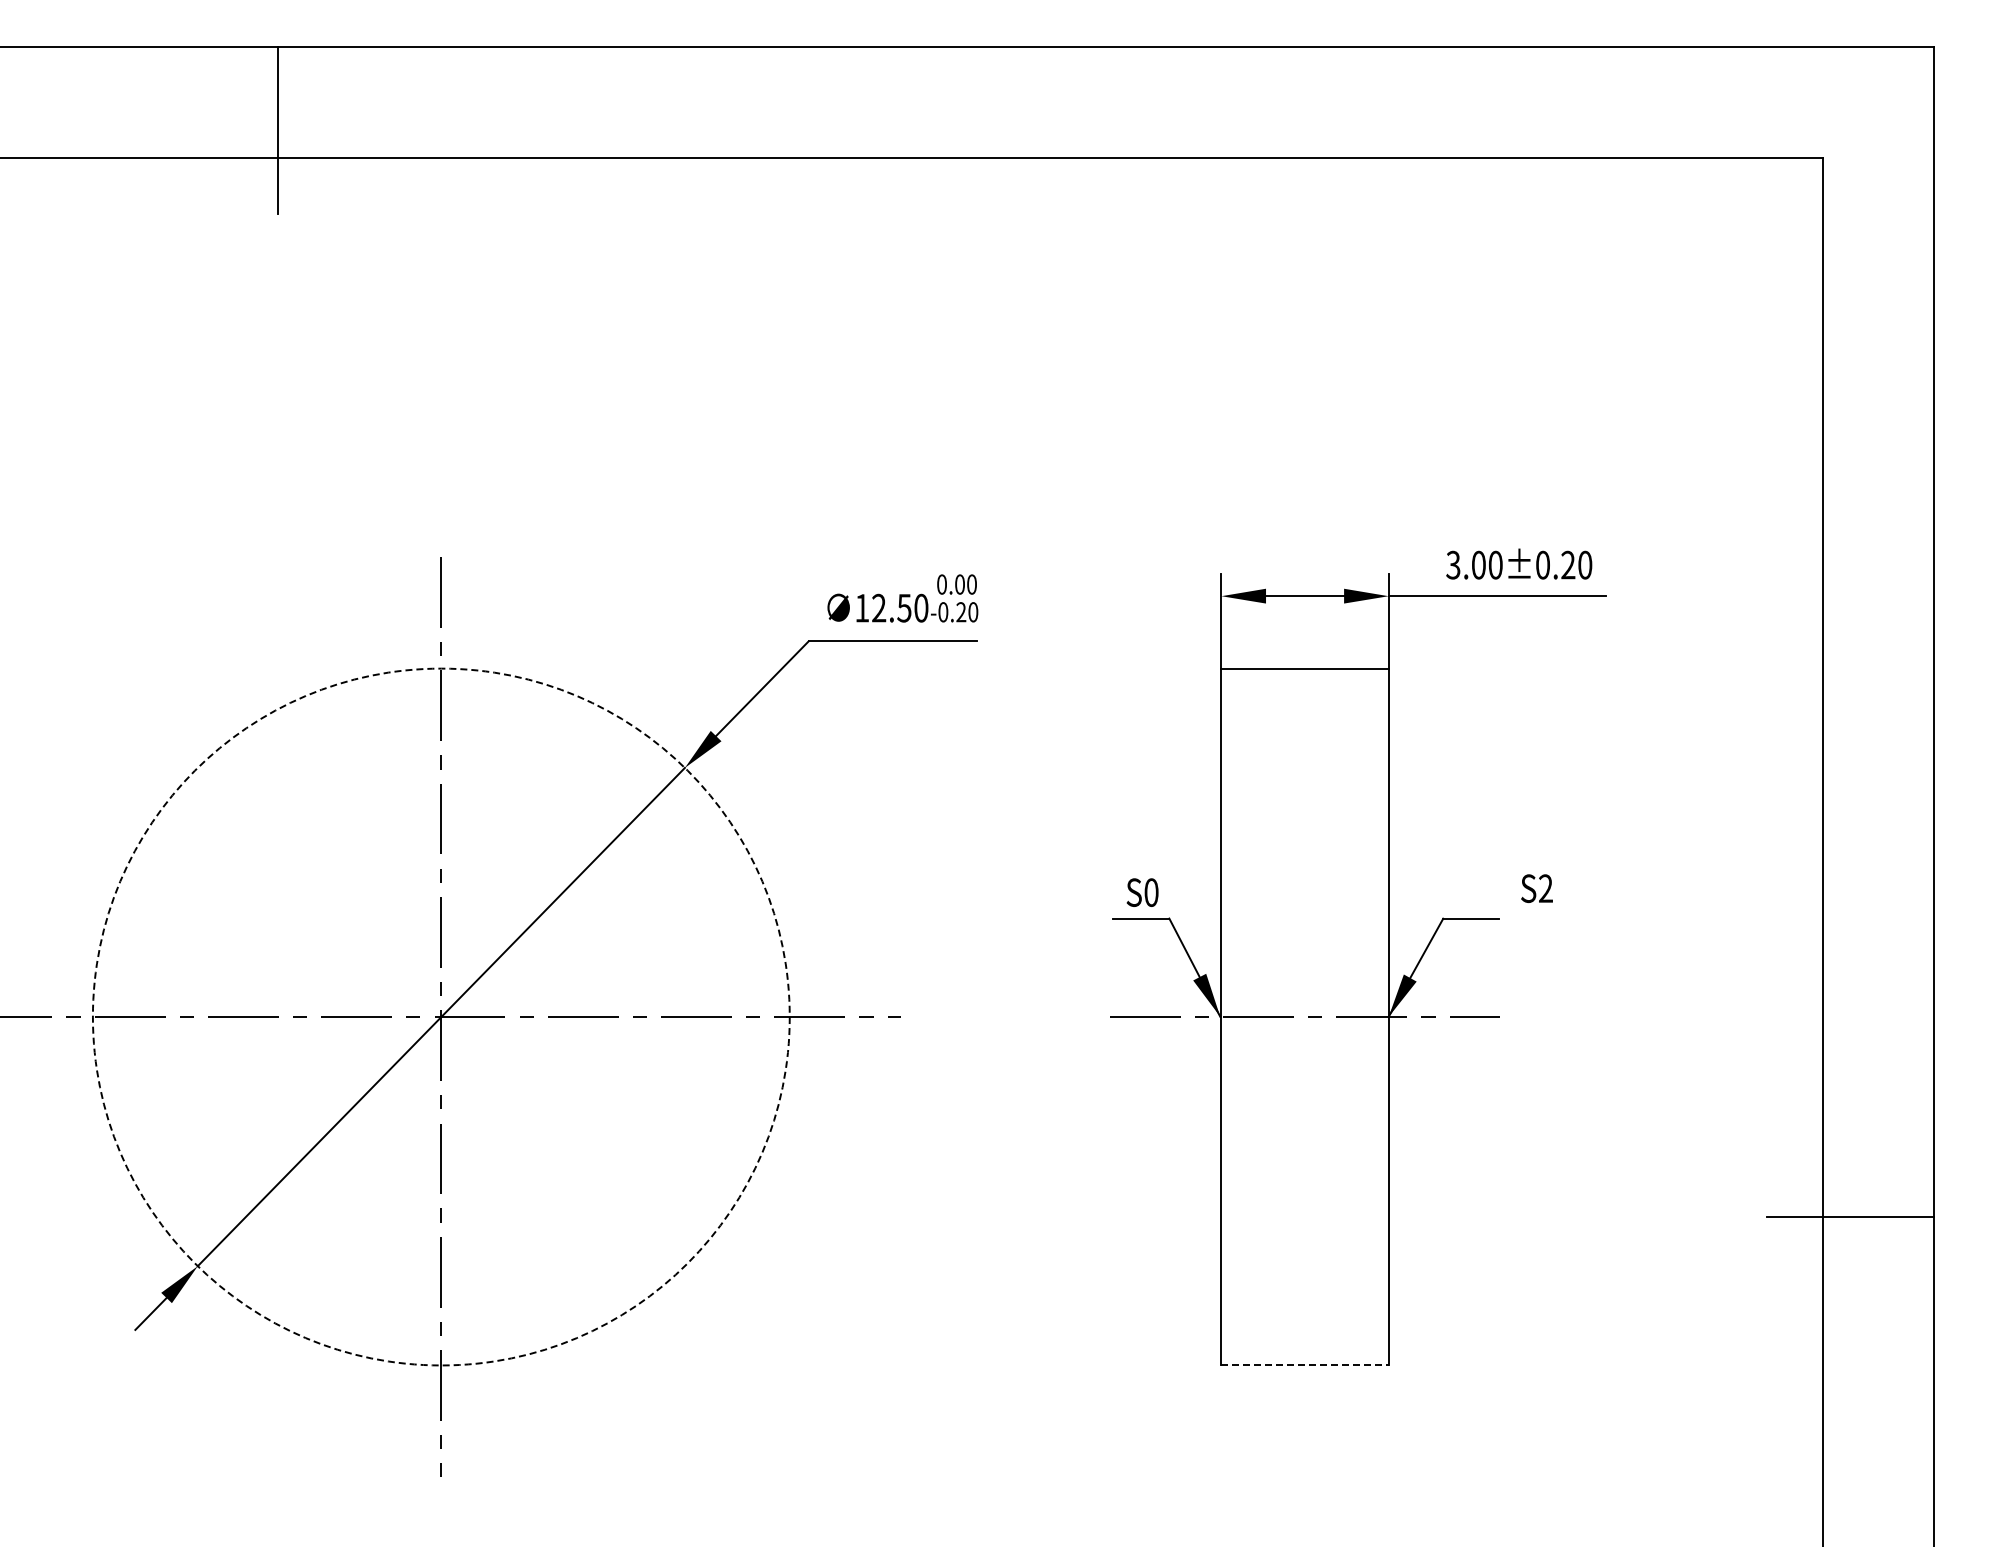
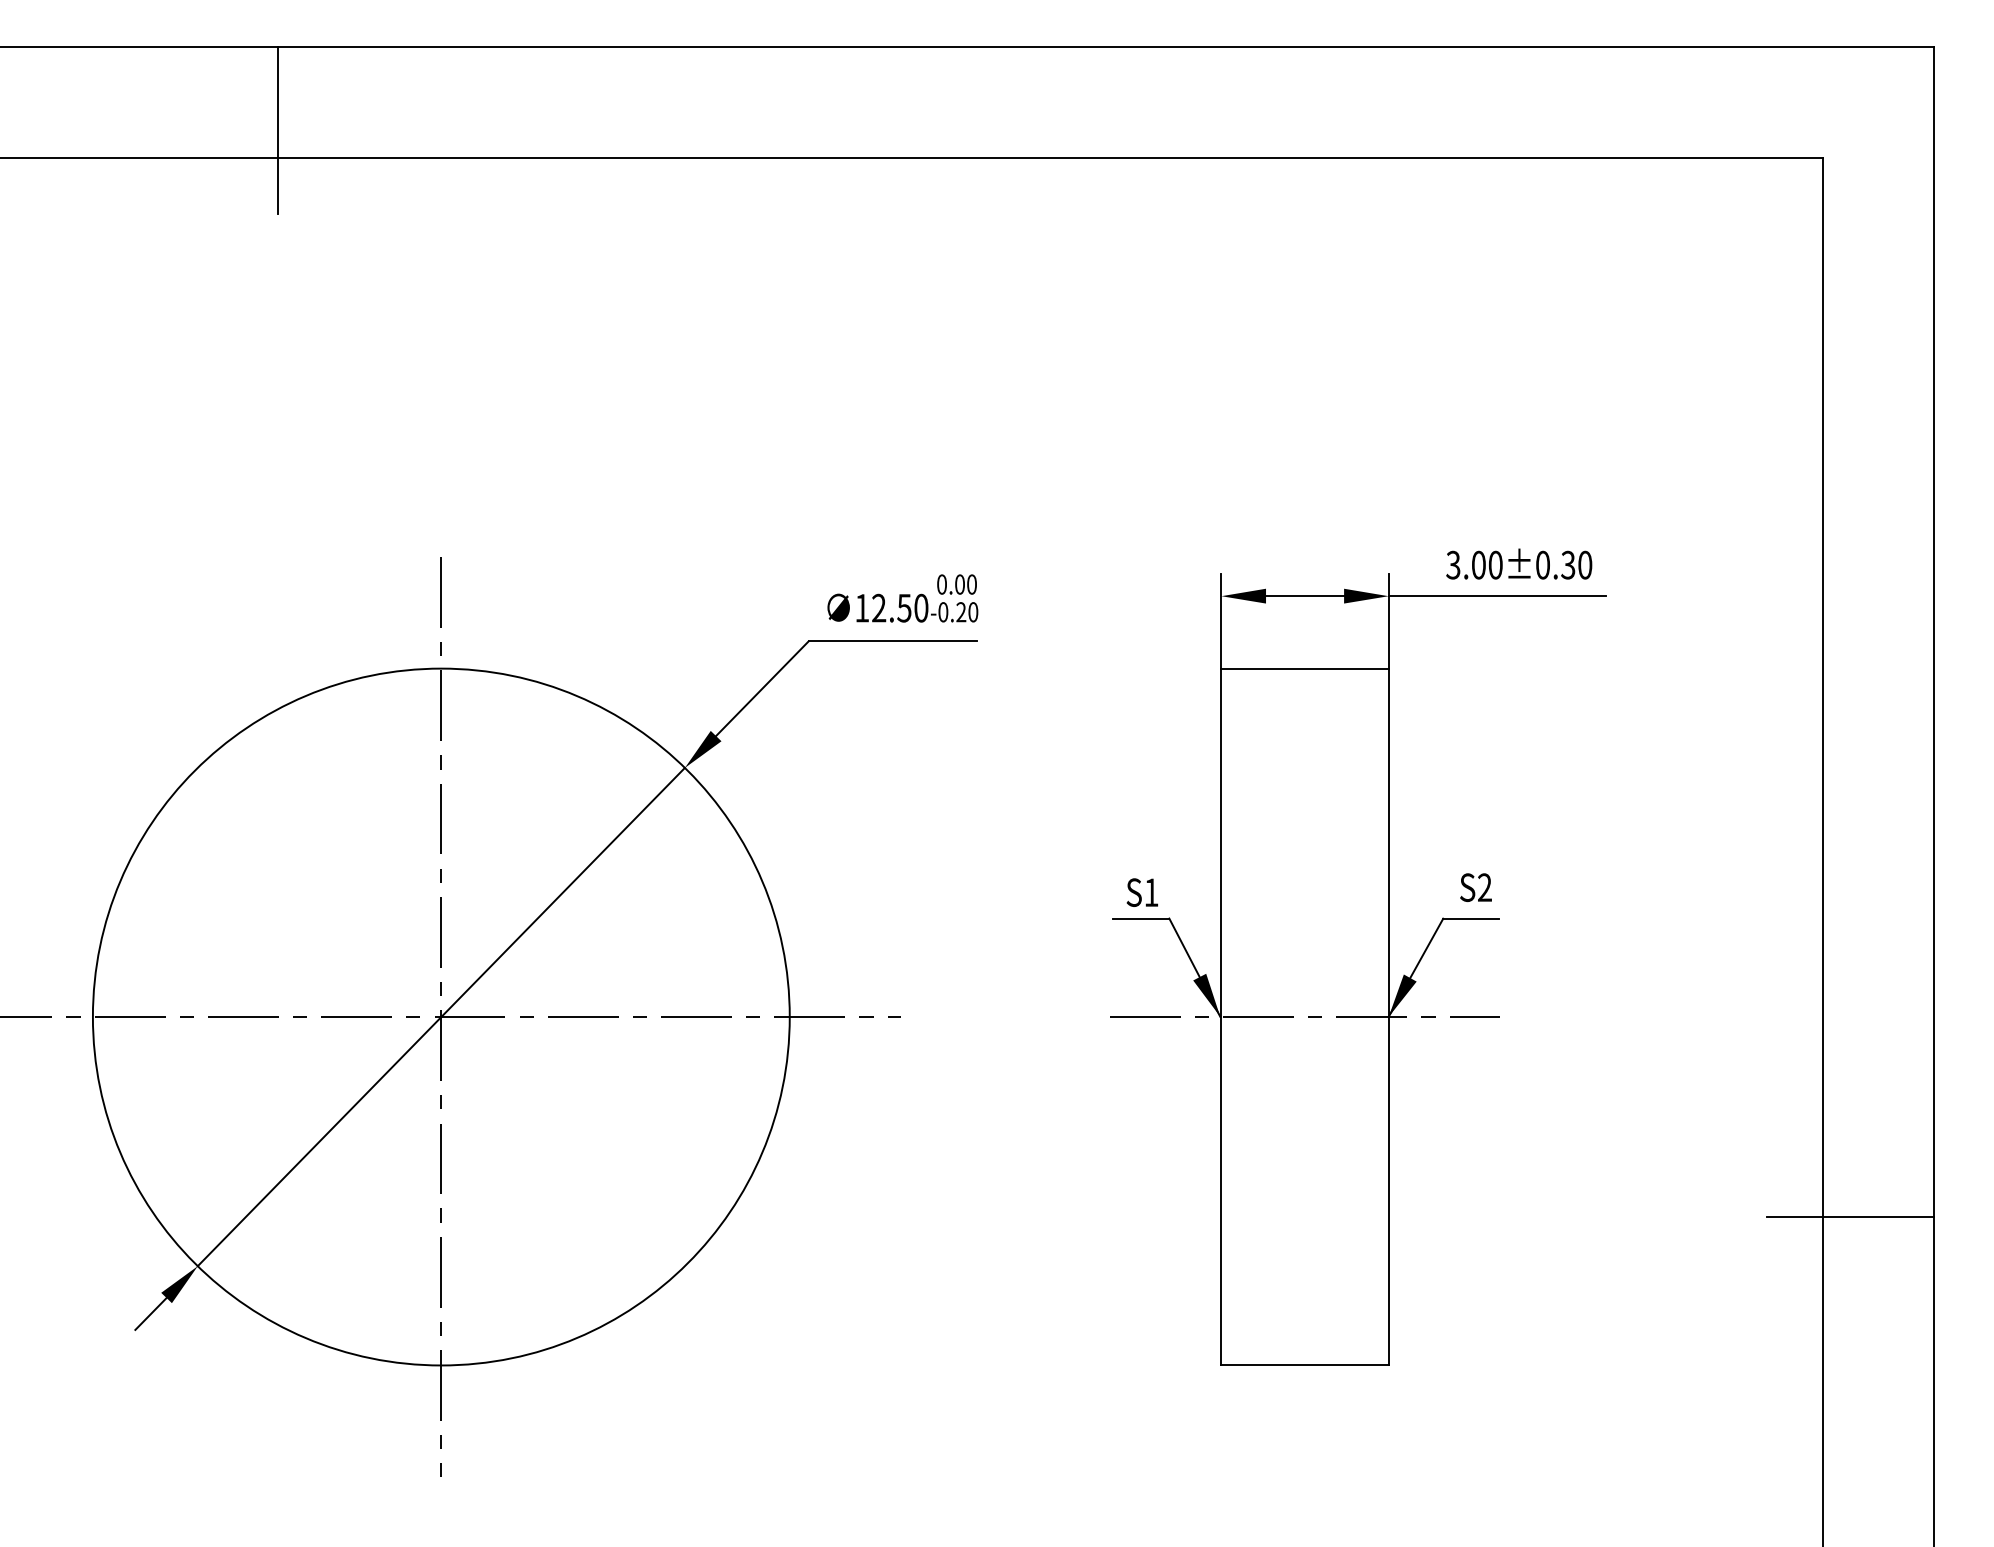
text at (1568, 565): 3.00±0.20 -> 3.00±0.30
text at (1536, 888) position: (1536, 888) -> (1475, 887)
text at (1151, 892): S0 -> S1
circle at (440, 1016): dashed -> solid
line at (1305, 1365): dashed -> solid
